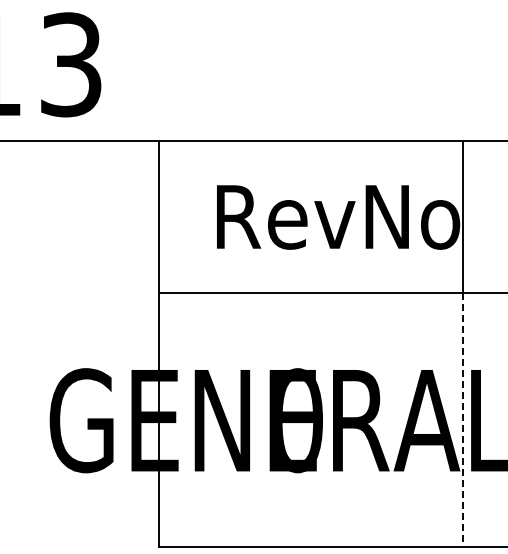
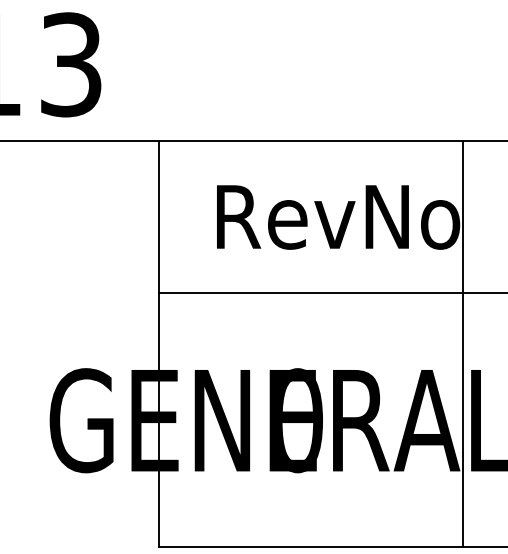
line at (462, 419): dashed -> solid
